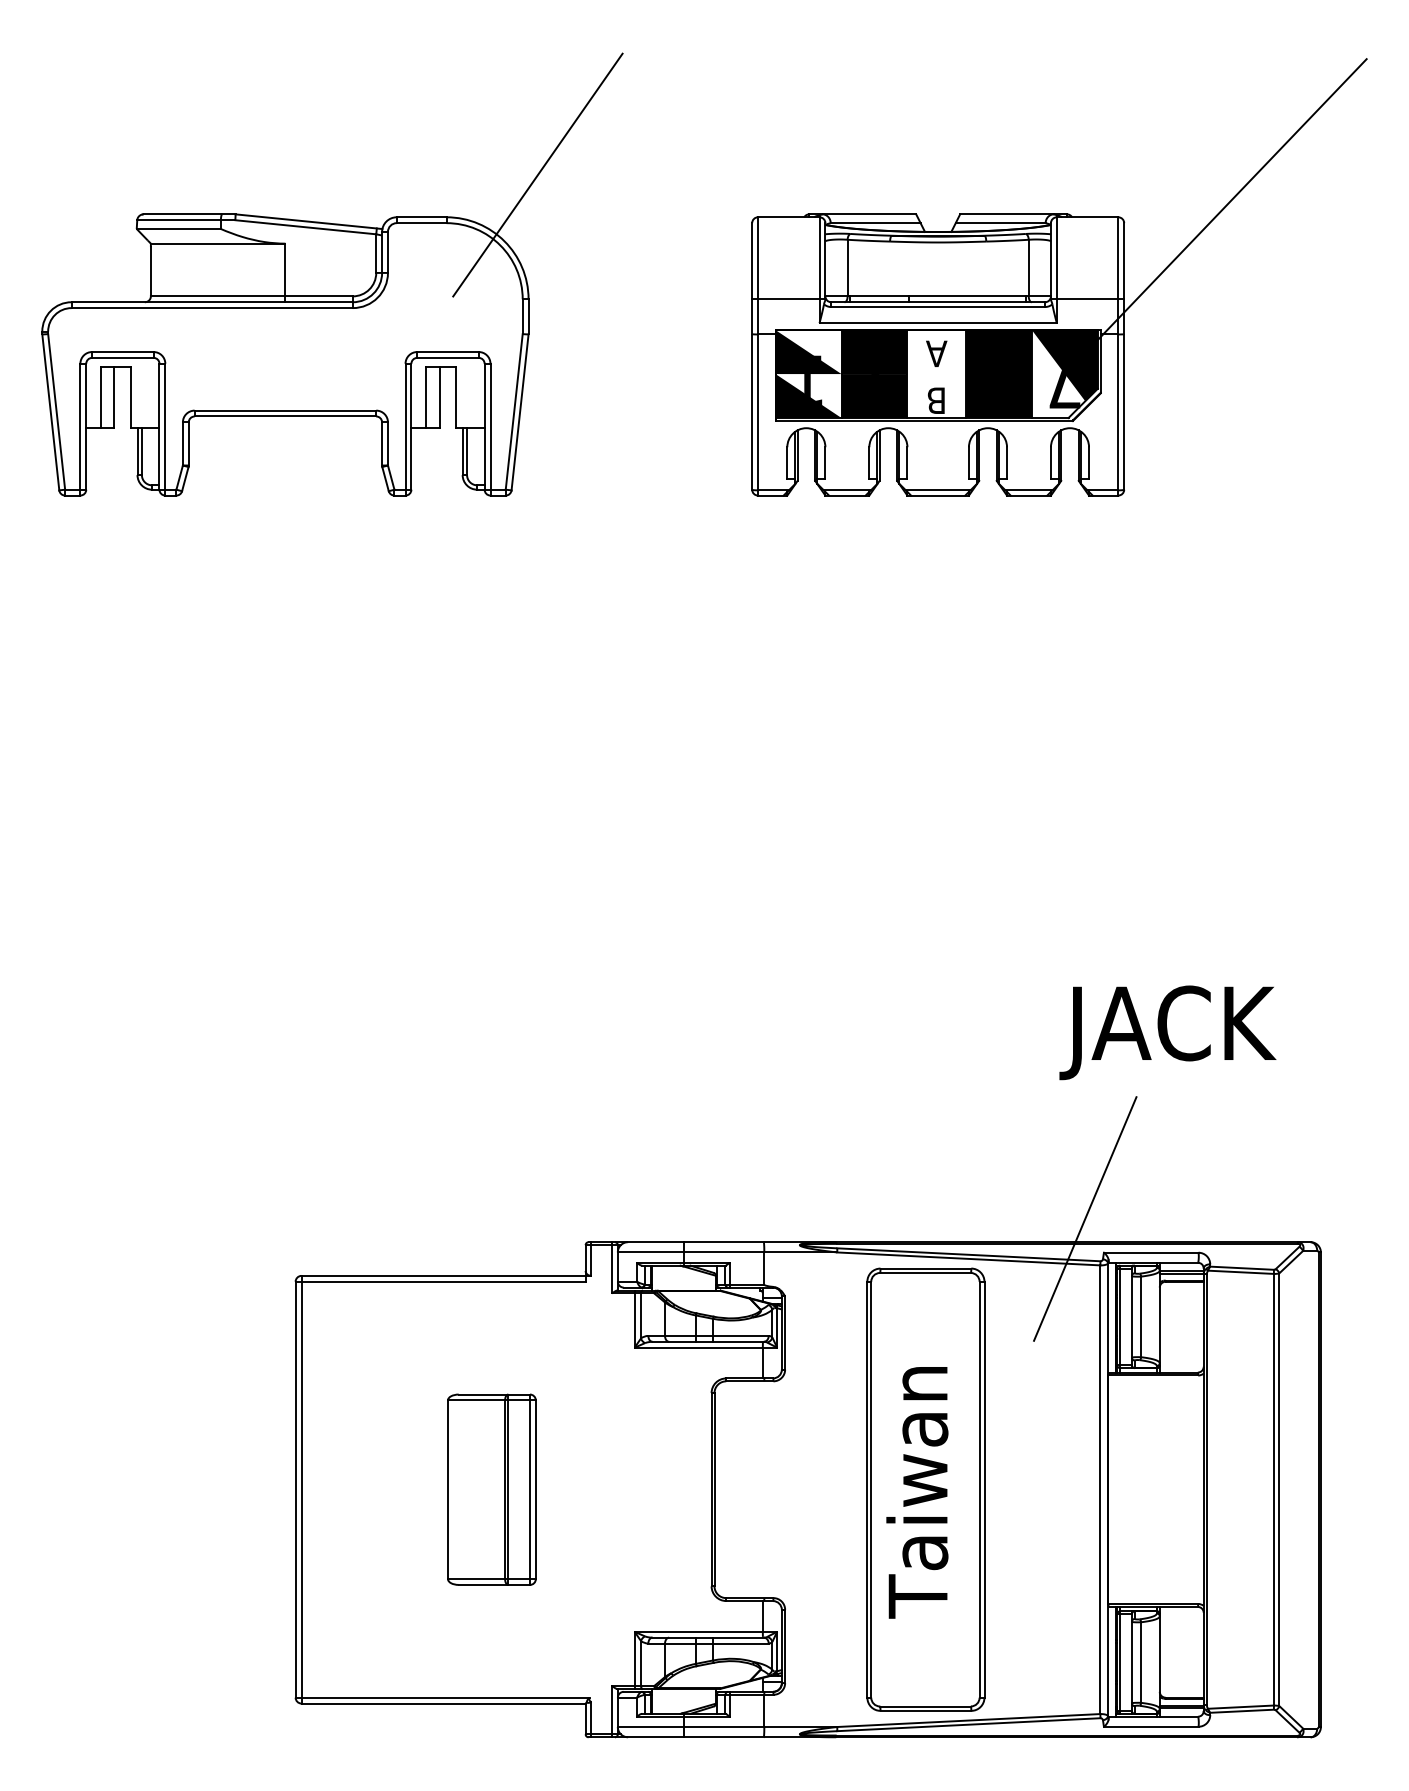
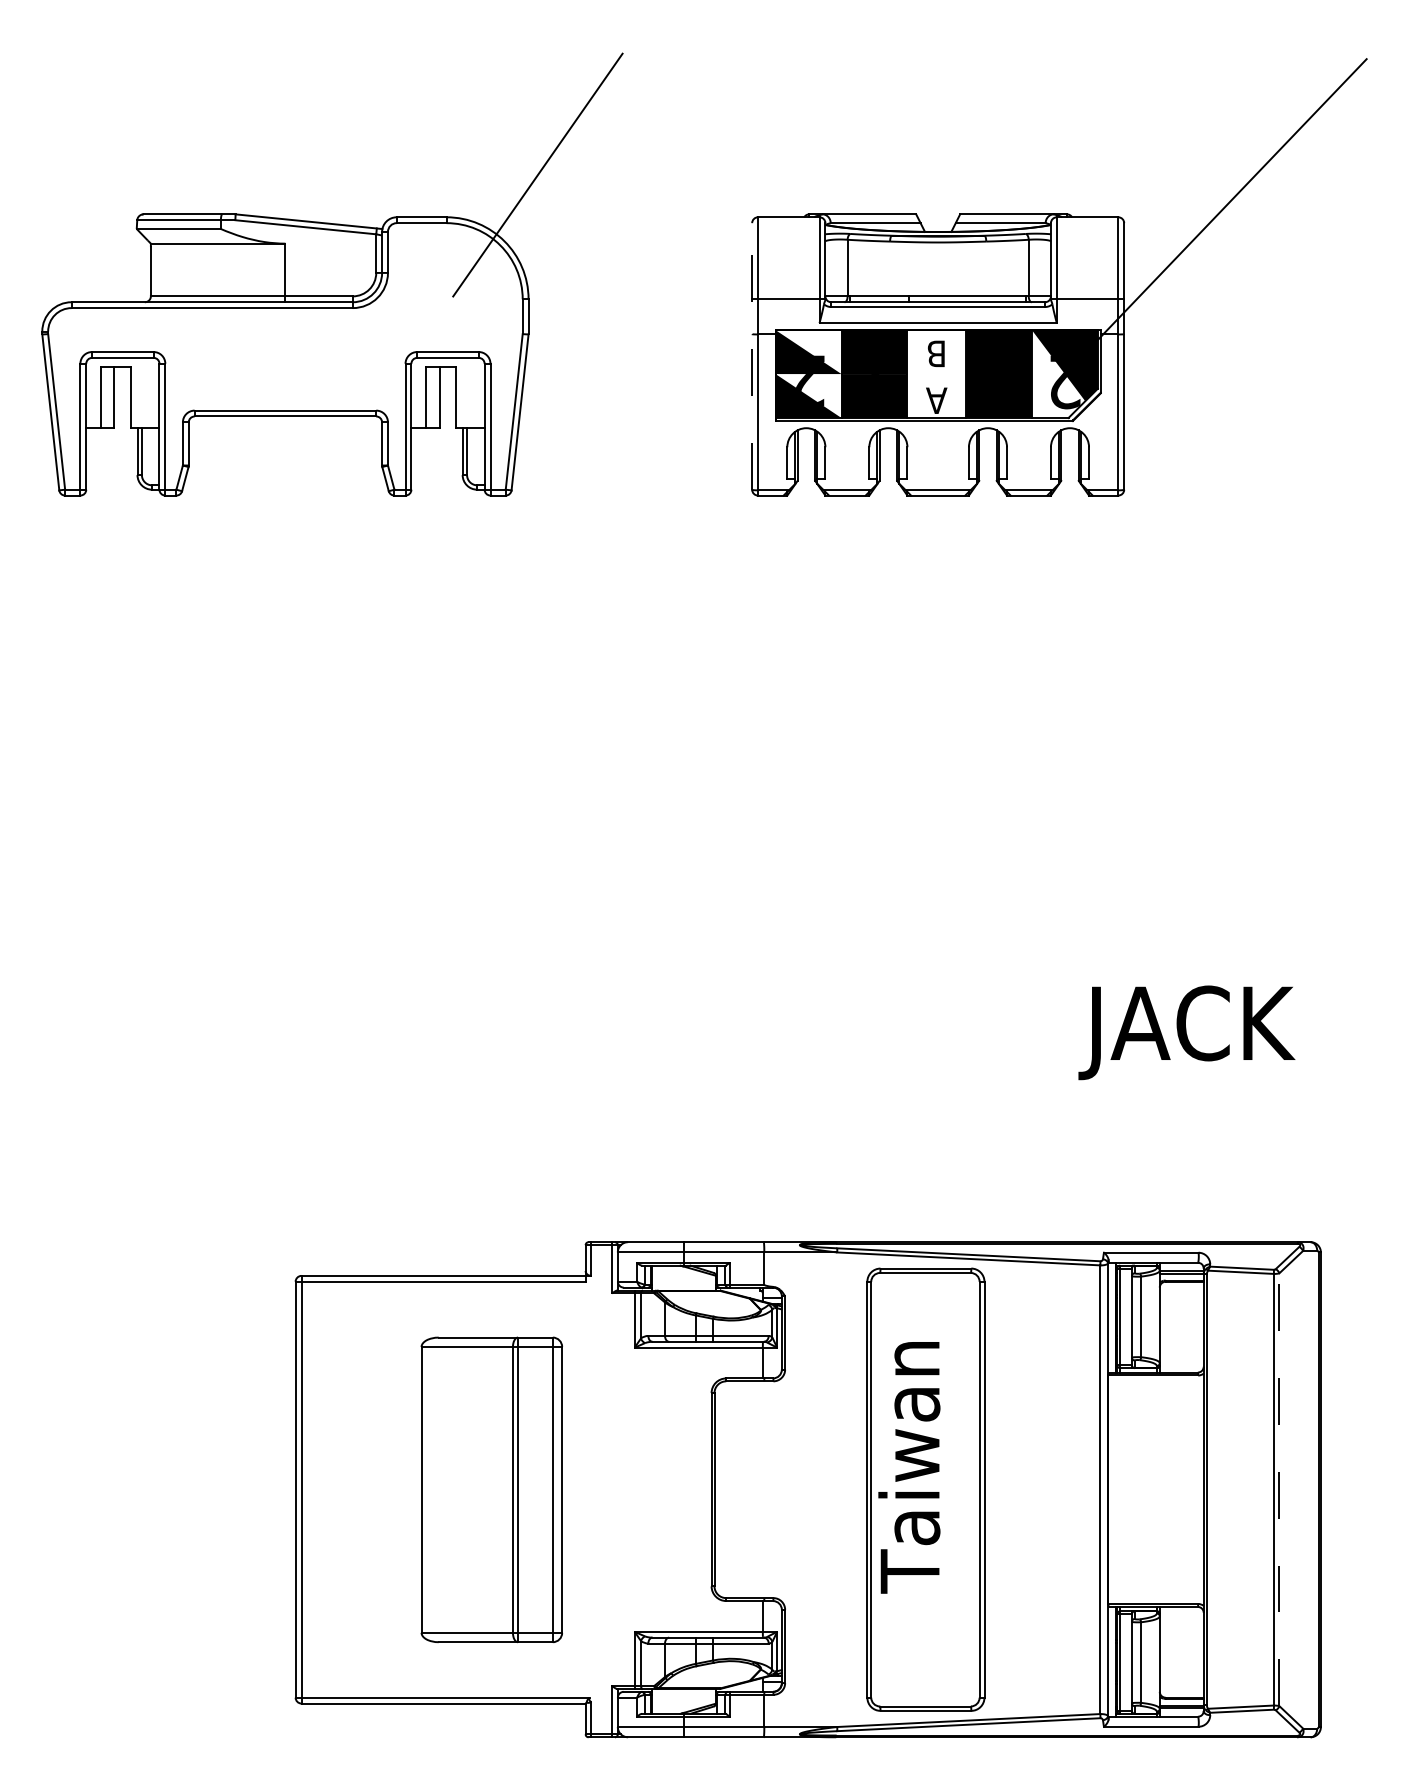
text at (936, 353): A -> B
line at (752, 355): solid -> dashed
text at (810, 380): 1 -> 2
text at (1064, 382): 7 -> 2
text at (936, 400): B -> A
text at (1167, 1032) position: (1167, 1032) -> (1186, 1032)
line at (1085, 1218): present -> none
part at (491, 1489) size: 90x193 px -> 143x308 px
line at (1279, 1489): solid -> dashed
text at (917, 1492) position: (917, 1492) -> (909, 1467)
